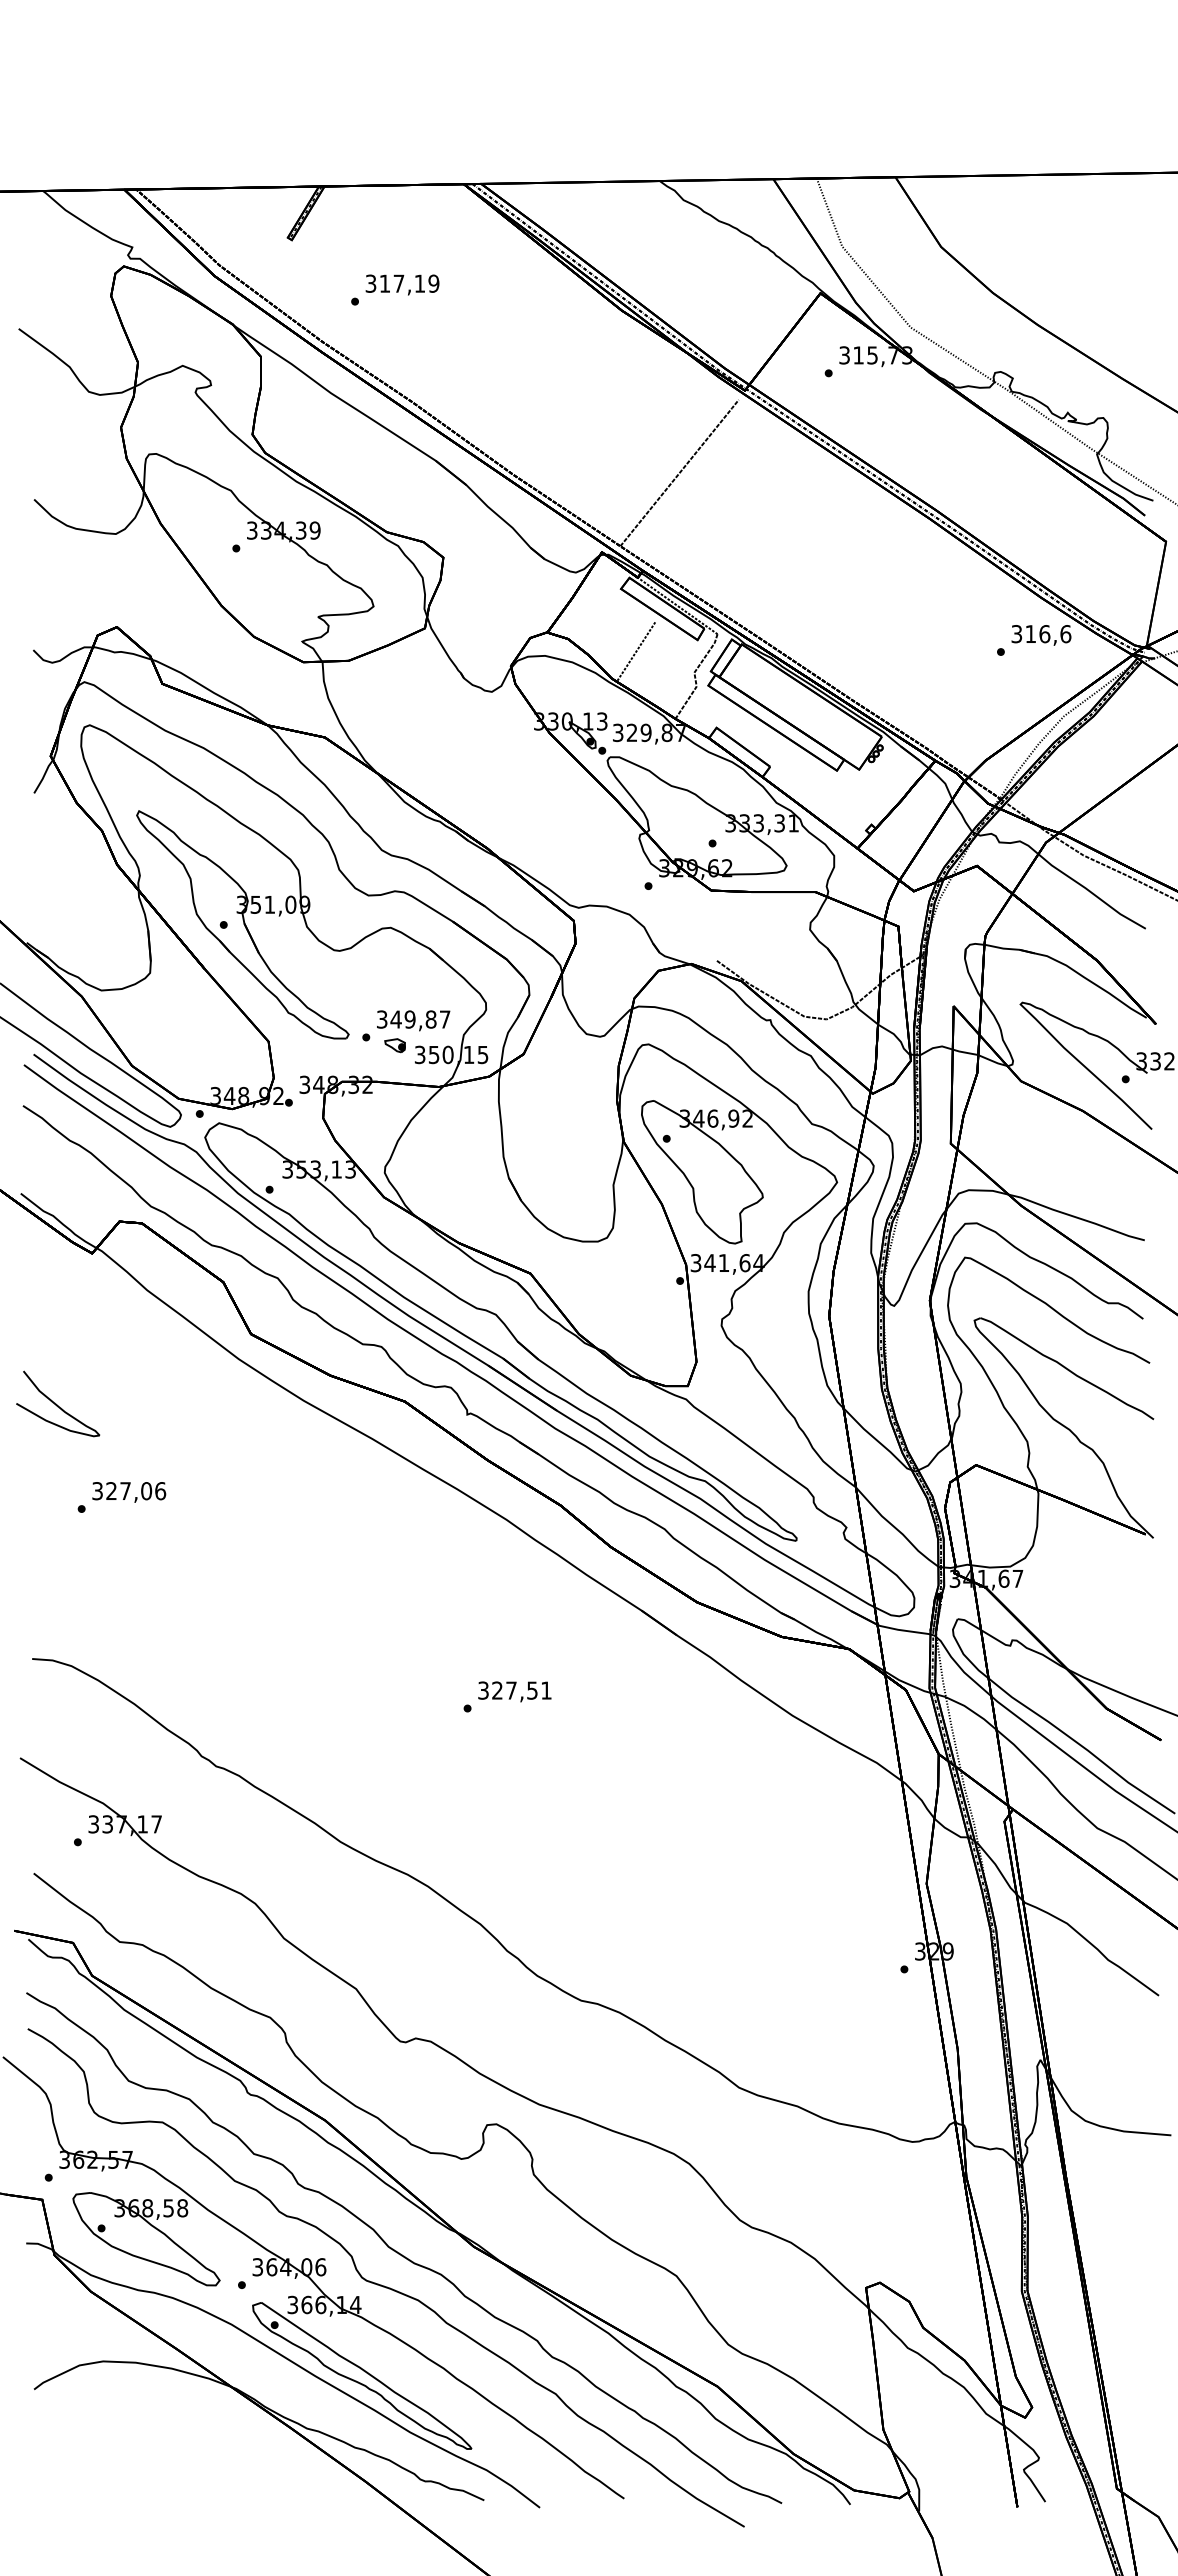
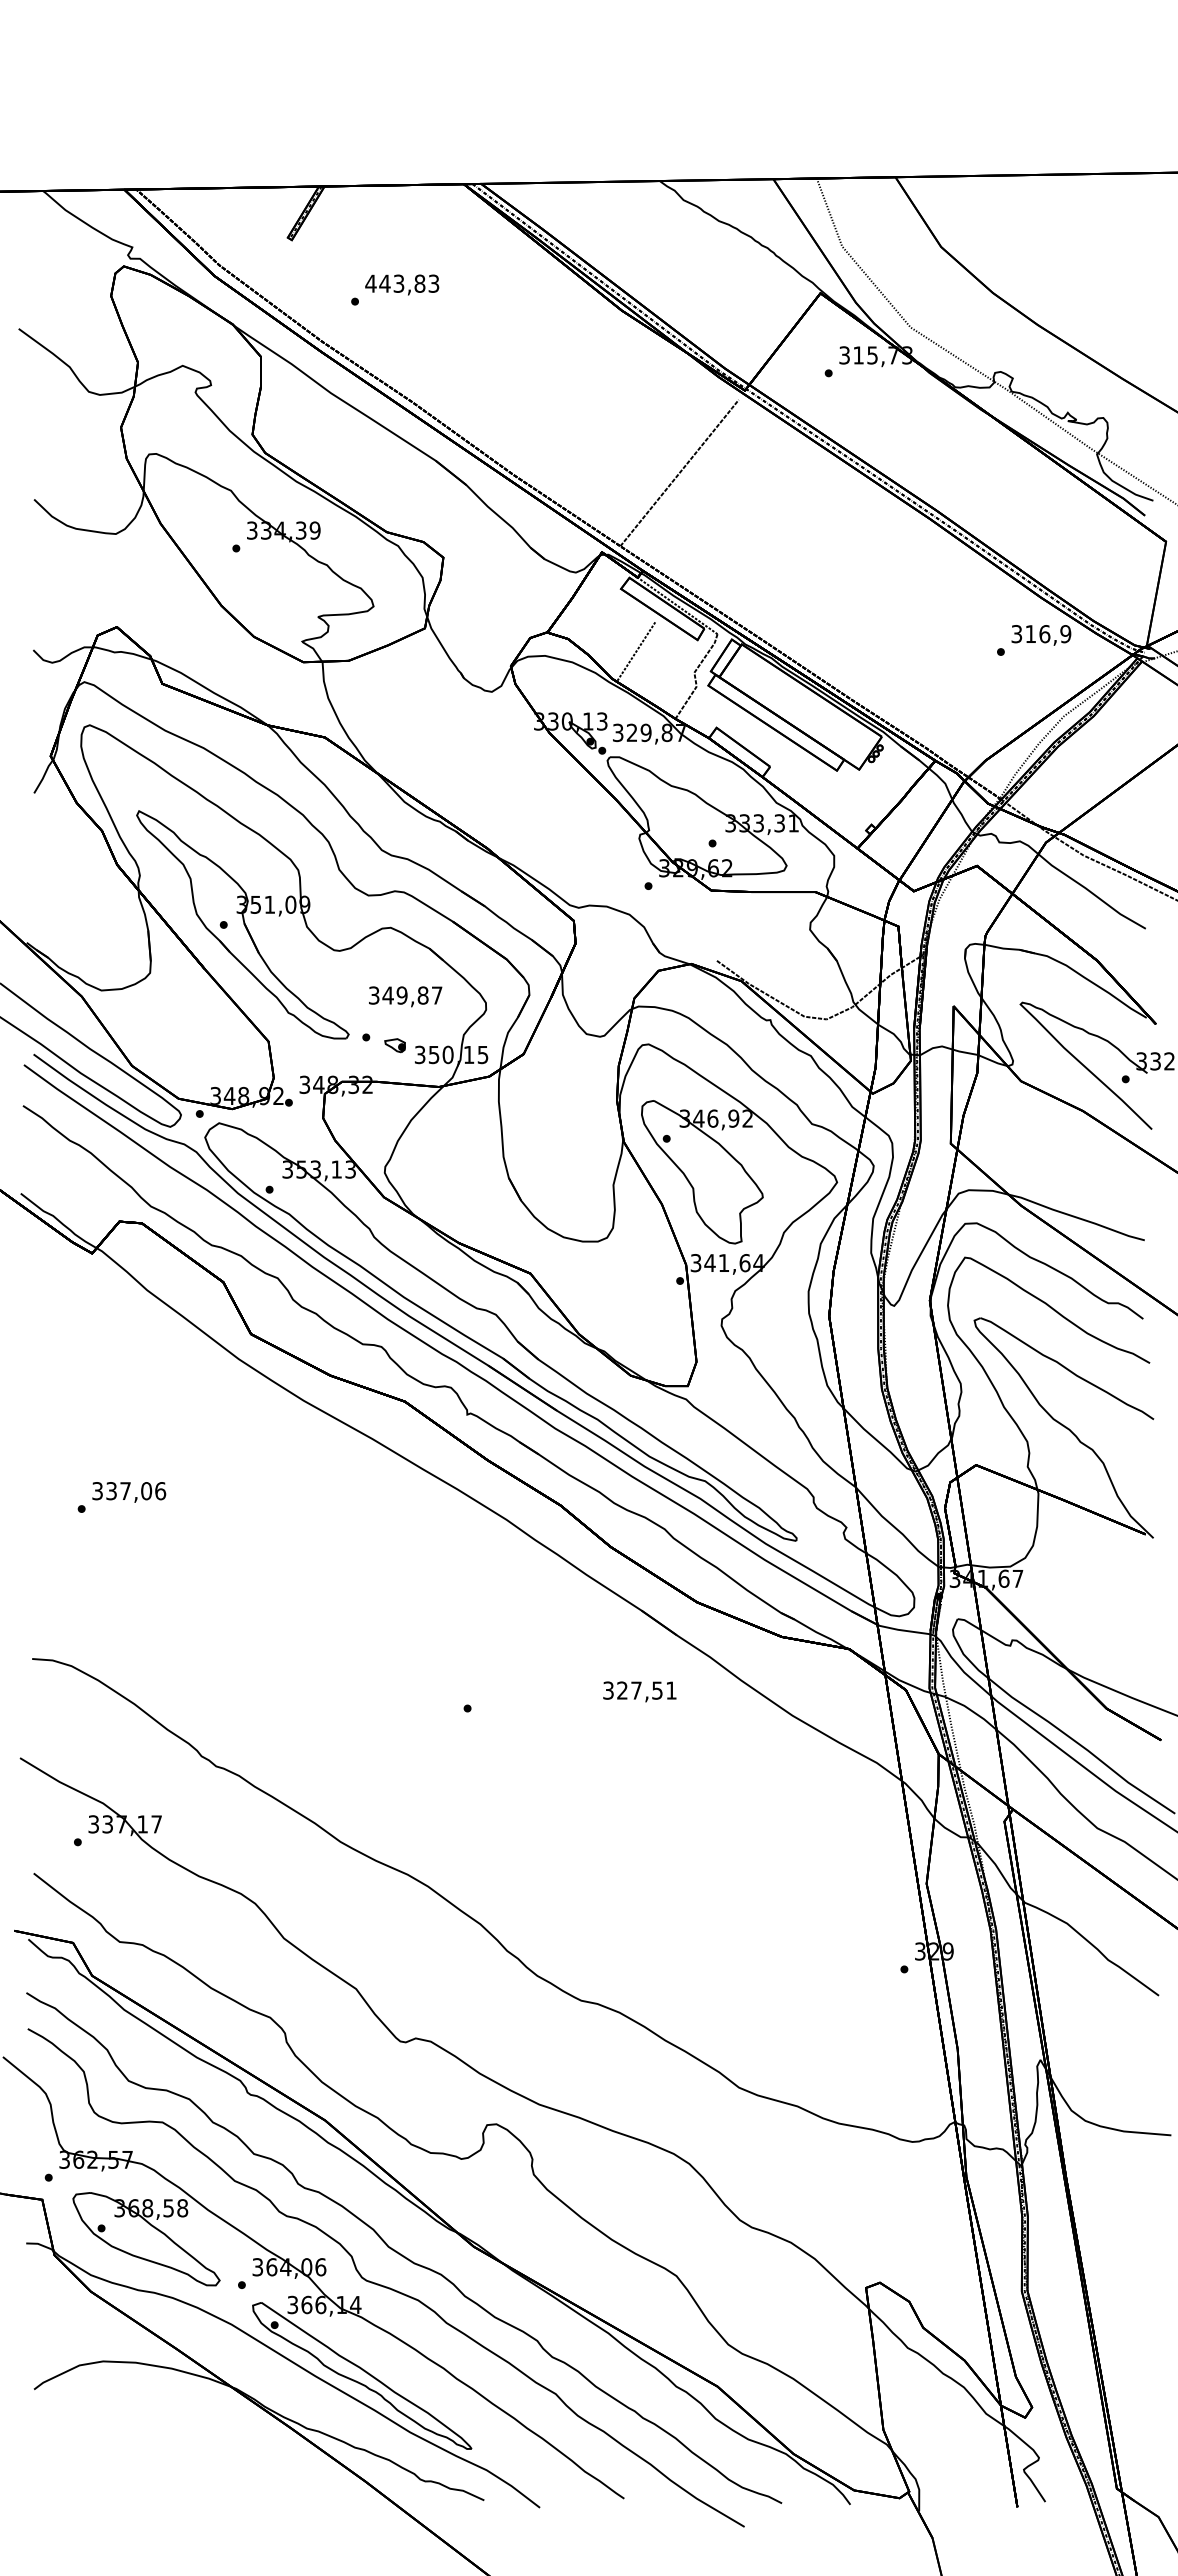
text at (402, 283): 317,19 -> 443,83
text at (1065, 634): 316,6 -> 316,9
text at (413, 1020) position: (413, 1020) -> (405, 996)
curve at (57, 1404): present -> none
text at (111, 1491): 327,06 -> 337,06
text at (514, 1691) position: (514, 1691) -> (639, 1691)
